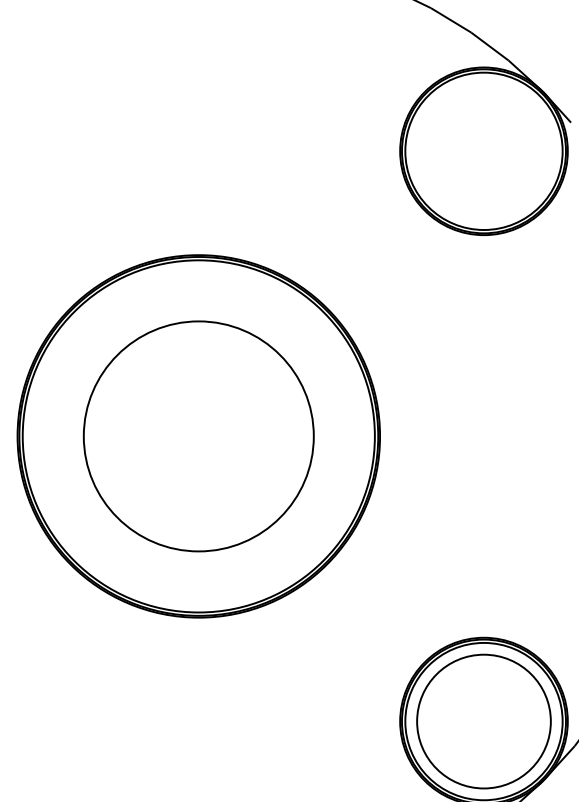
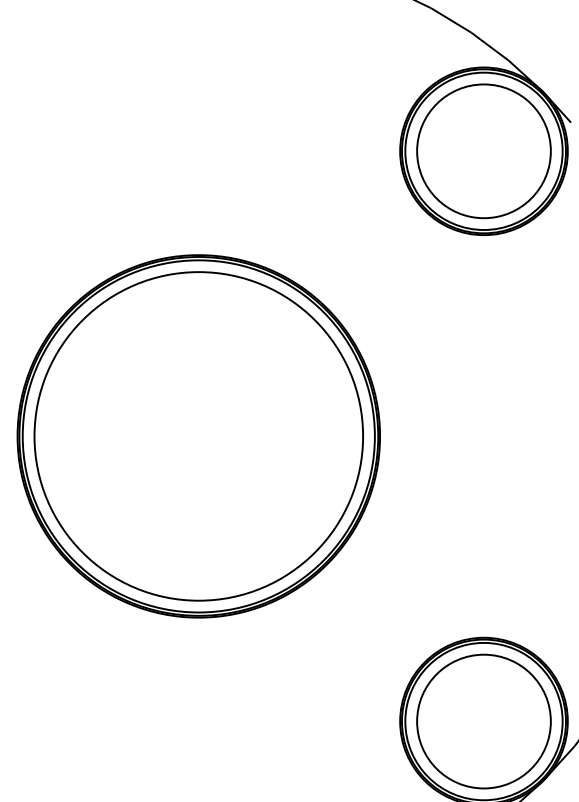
circle at (483, 151): none -> present
circle at (198, 436) diameter: 230 px -> 329 px
